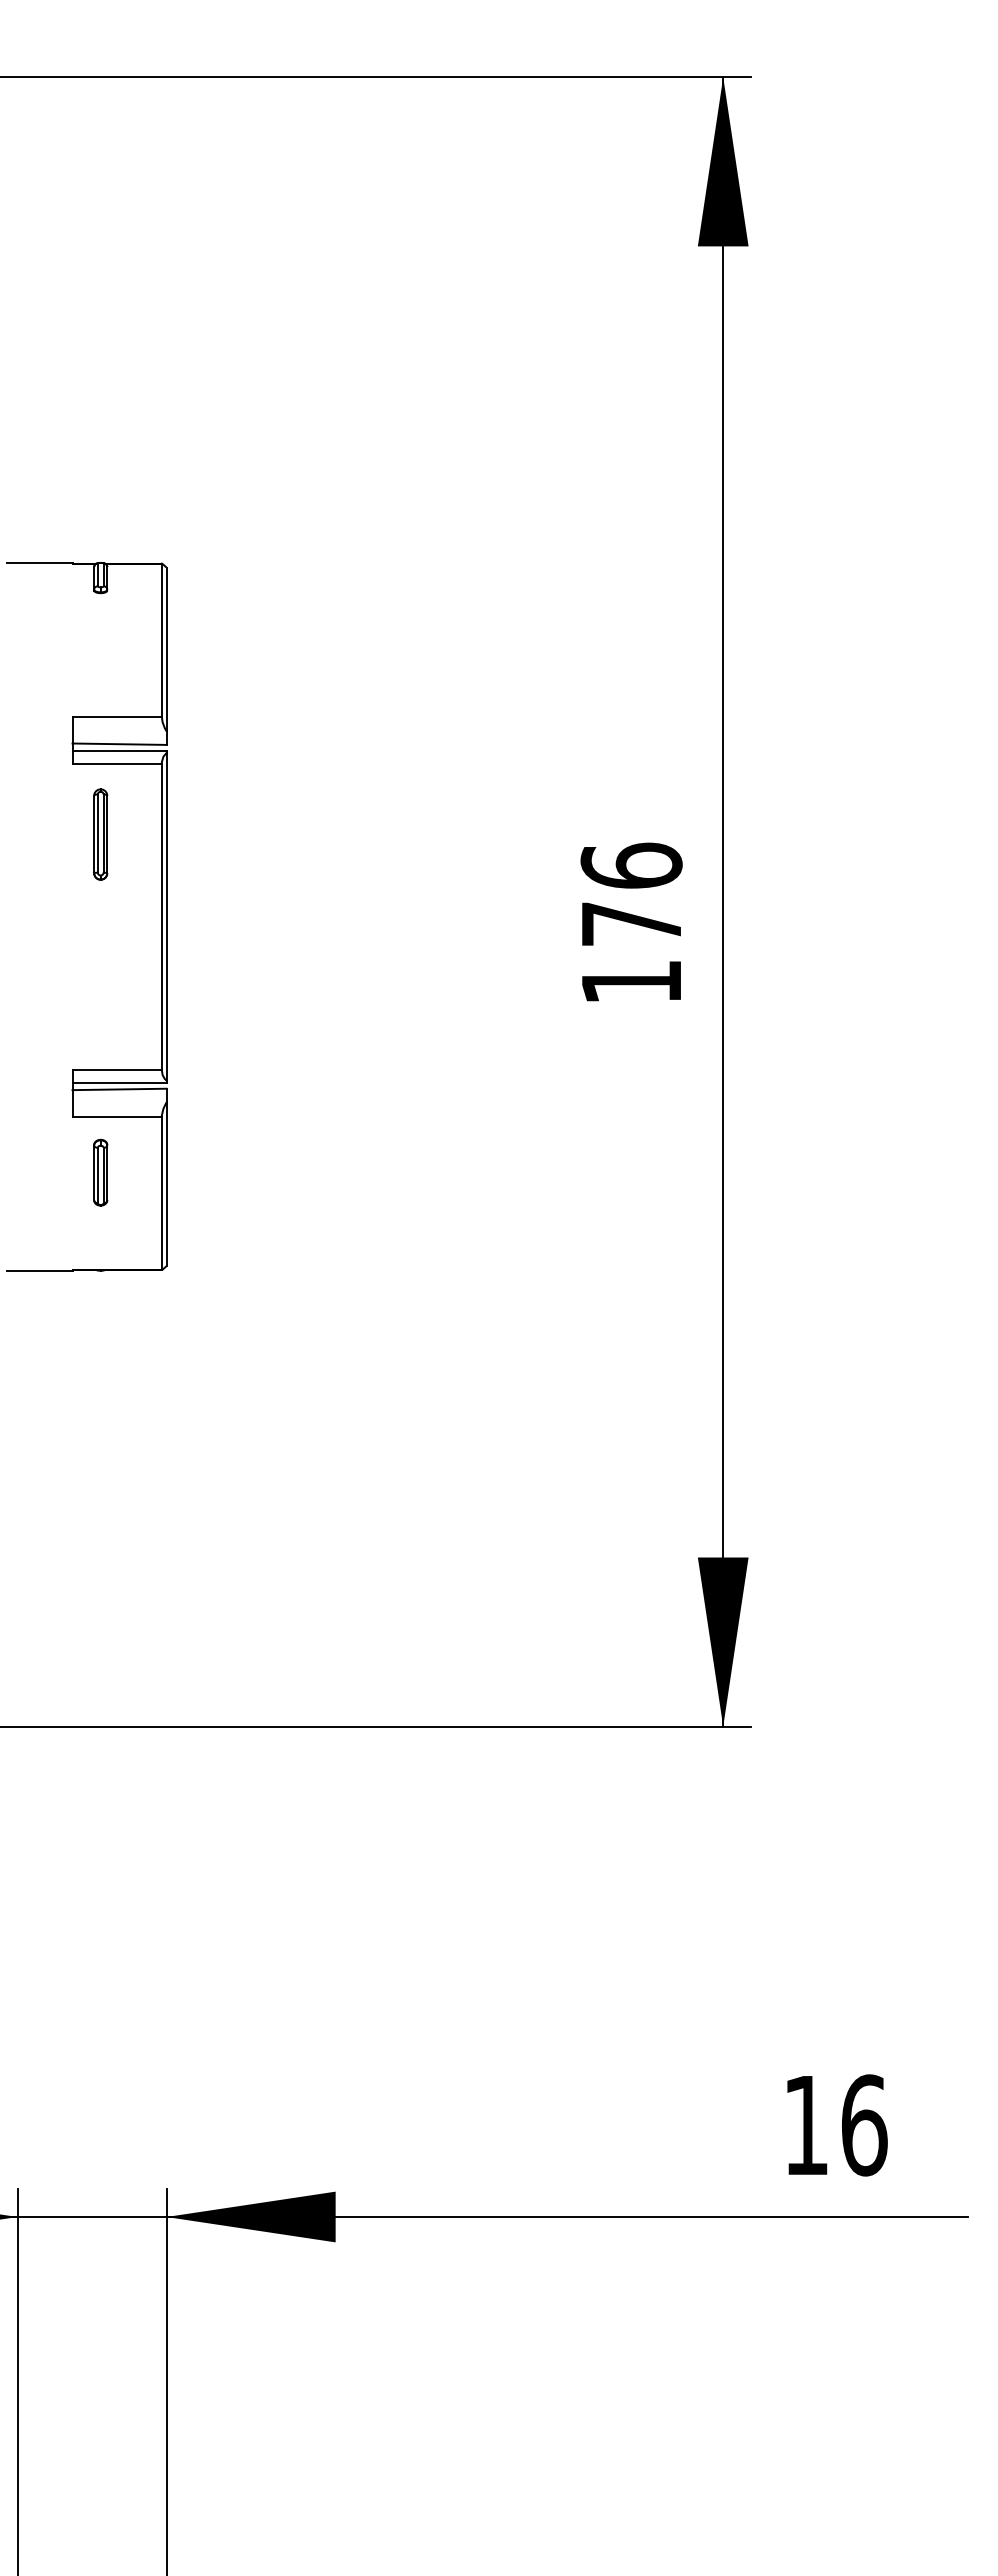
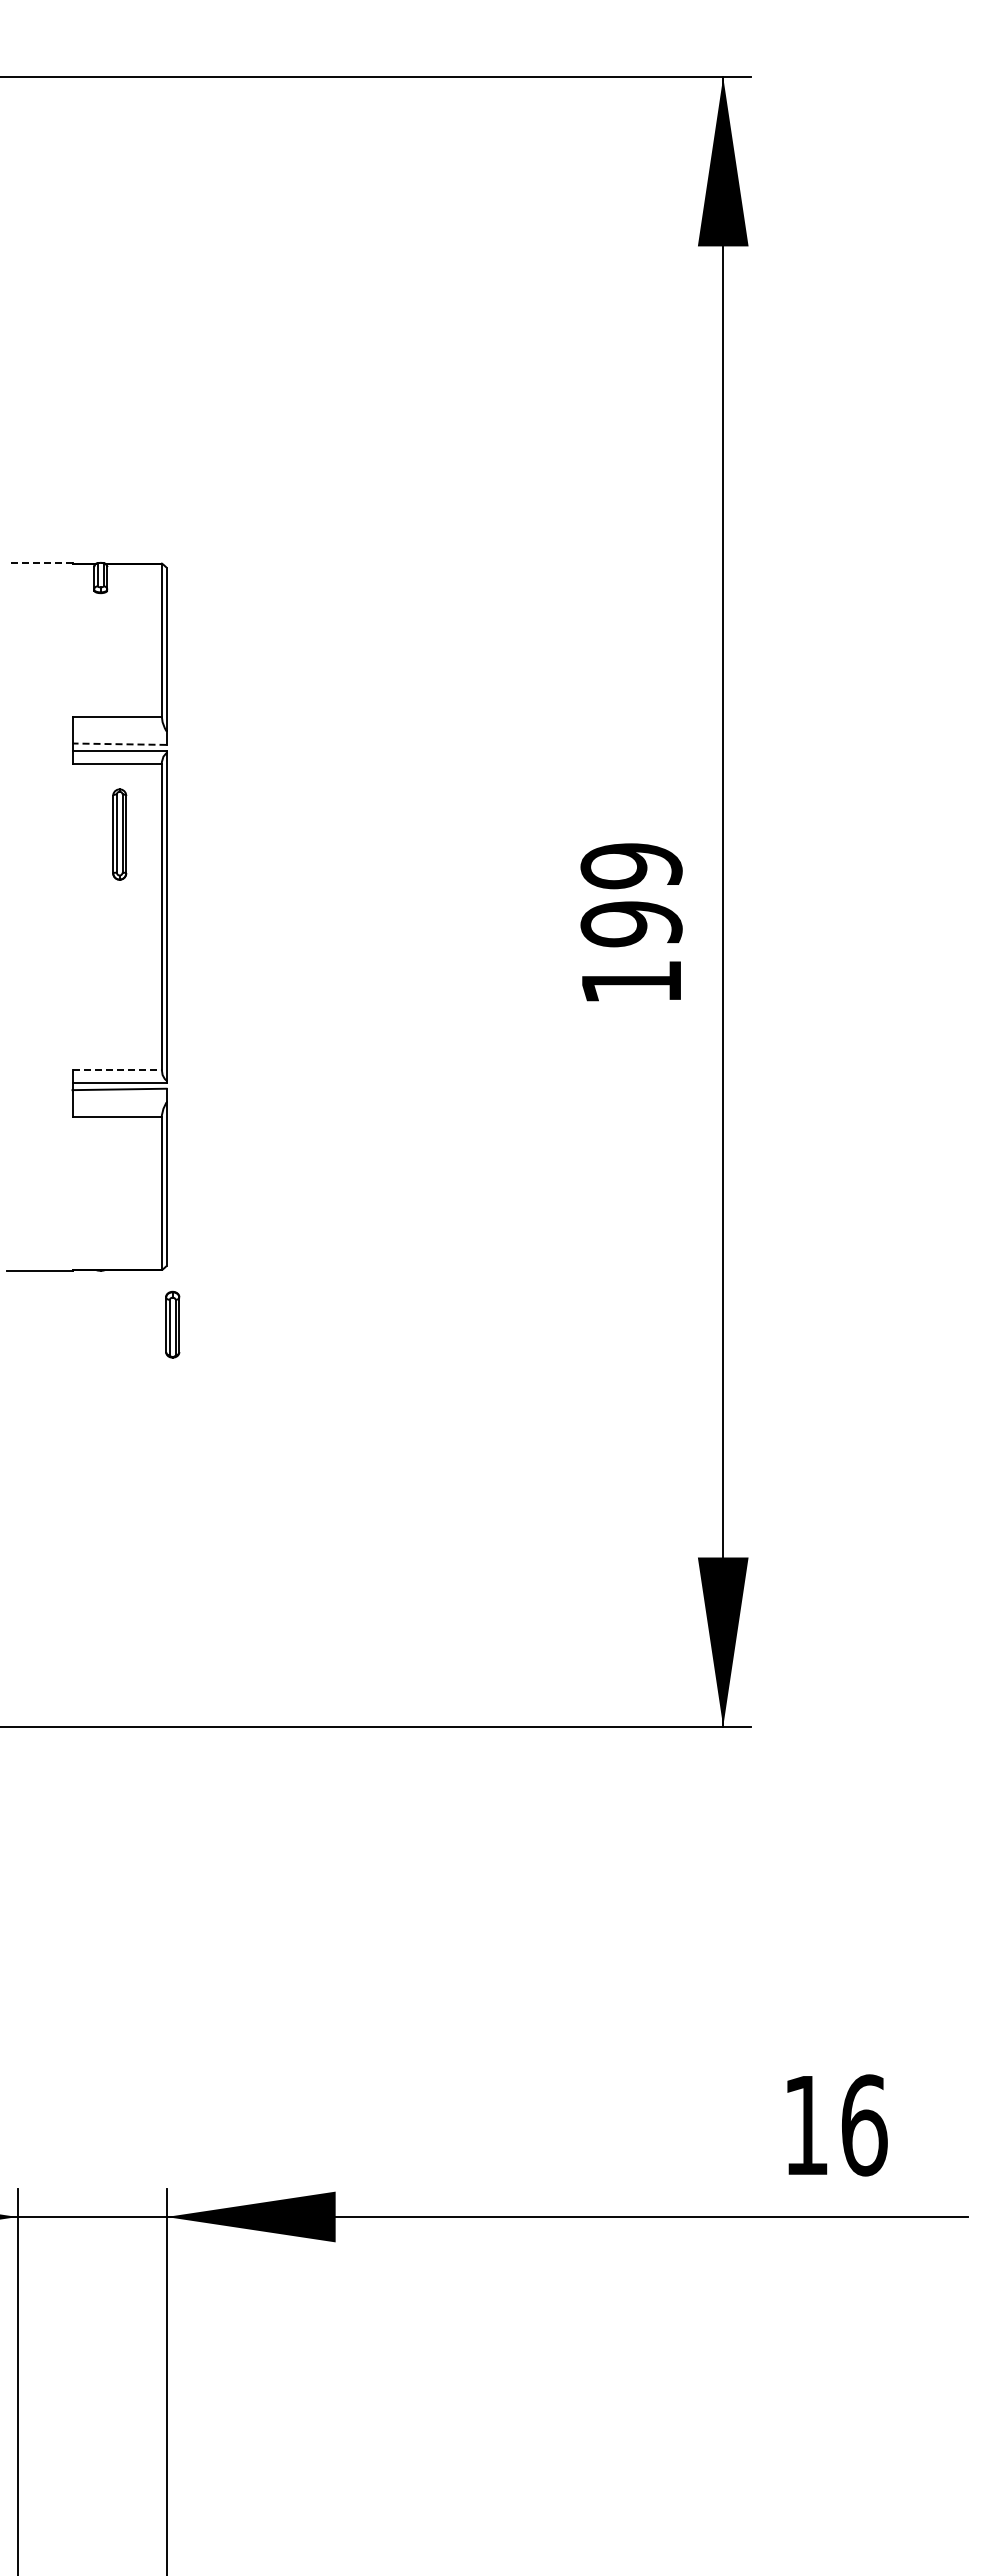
line at (39, 562): solid -> dashed
line at (119, 744): solid -> dashed
part at (100, 834) position: (100, 834) -> (119, 834)
text at (631, 894): 176 -> 199
line at (117, 1069): solid -> dashed
part at (100, 1172) position: (100, 1172) -> (172, 1324)
